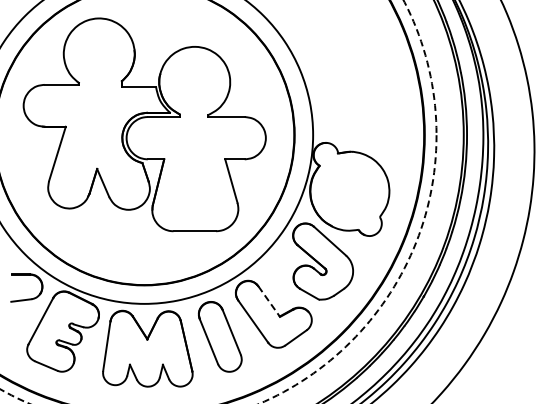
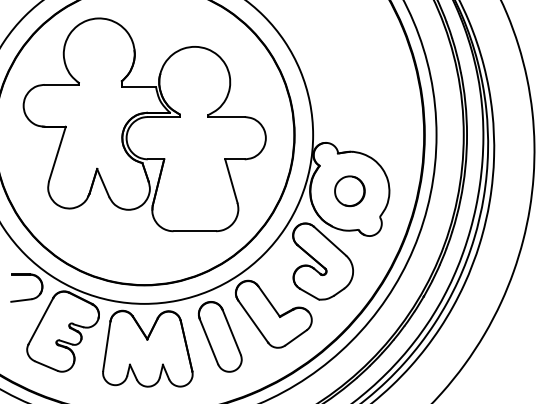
part at (349, 191): none -> present
circle at (218, 201): dashed -> solid
line at (269, 301): dashed -> solid
